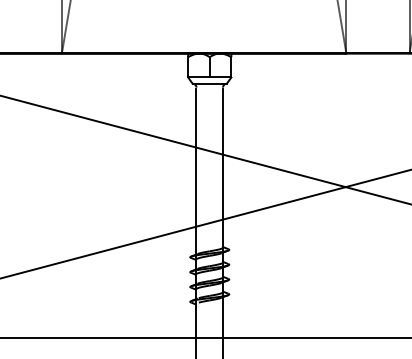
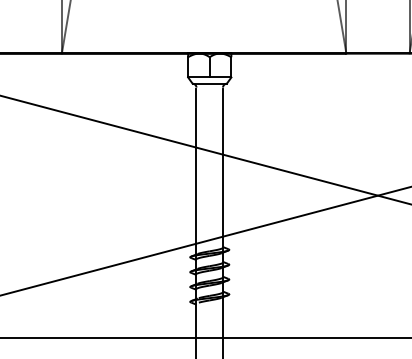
line at (205, 224) position: (205, 224) -> (205, 241)
